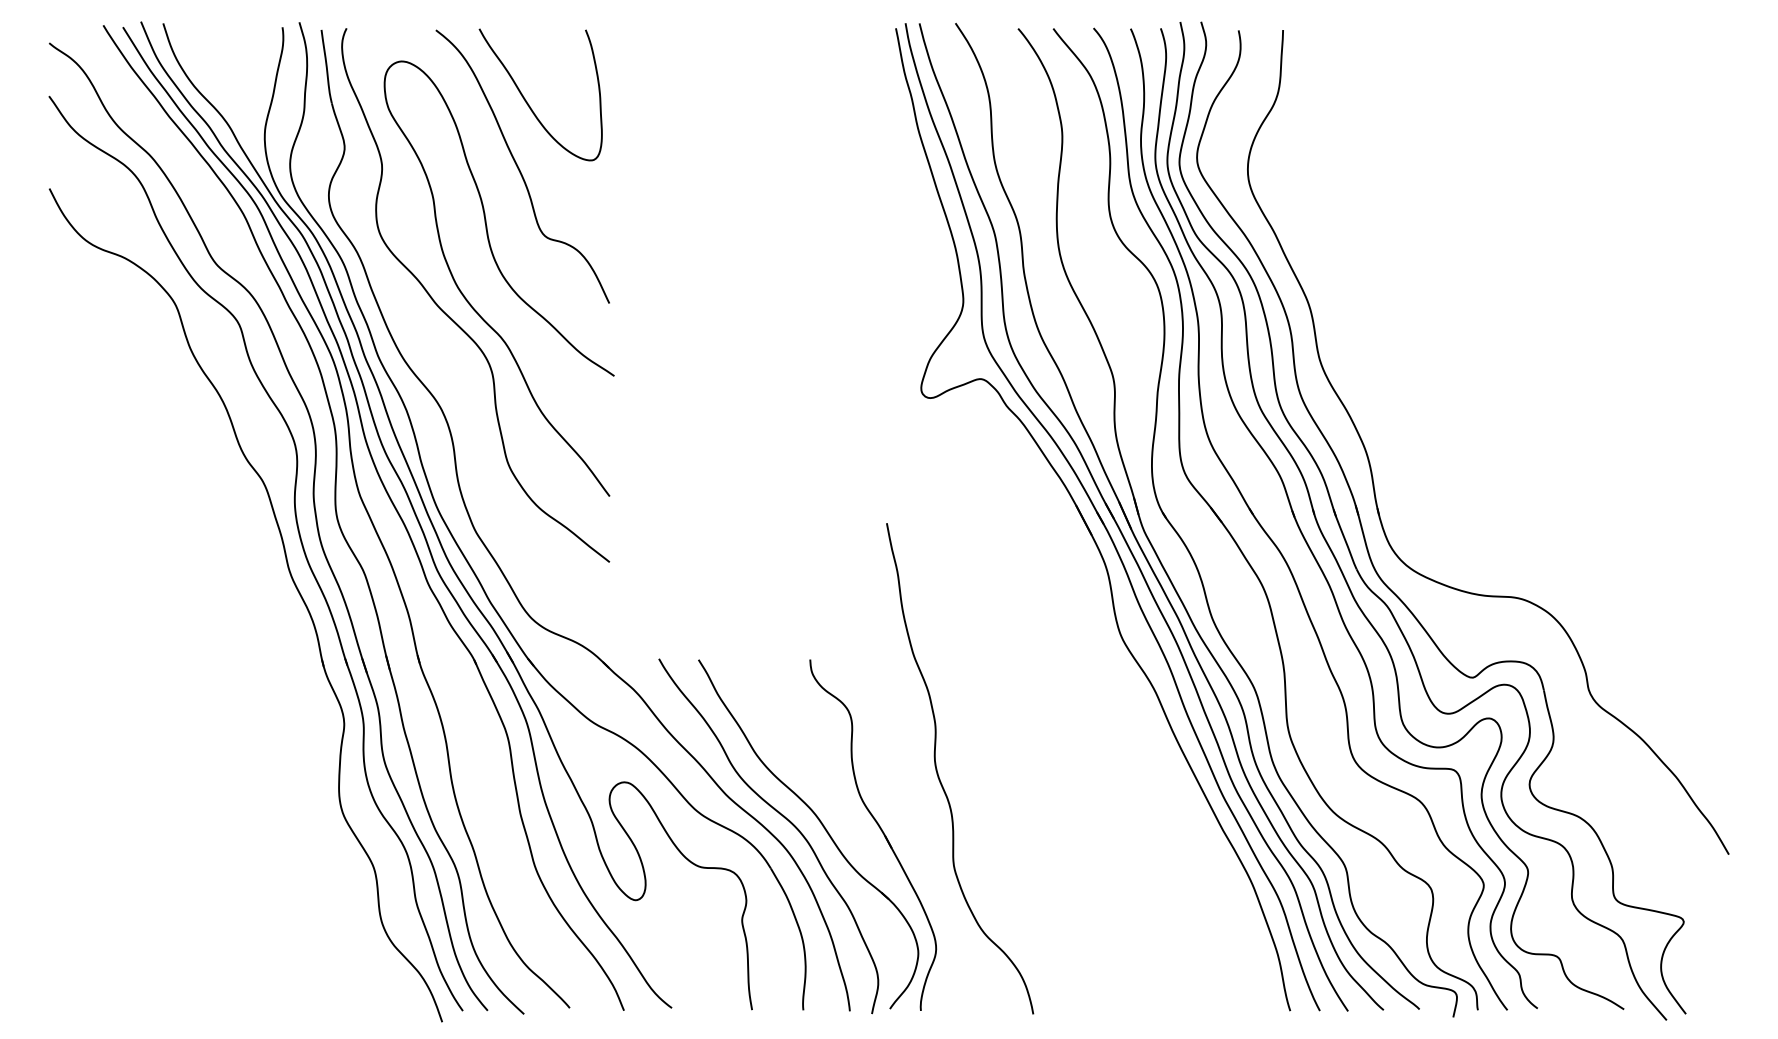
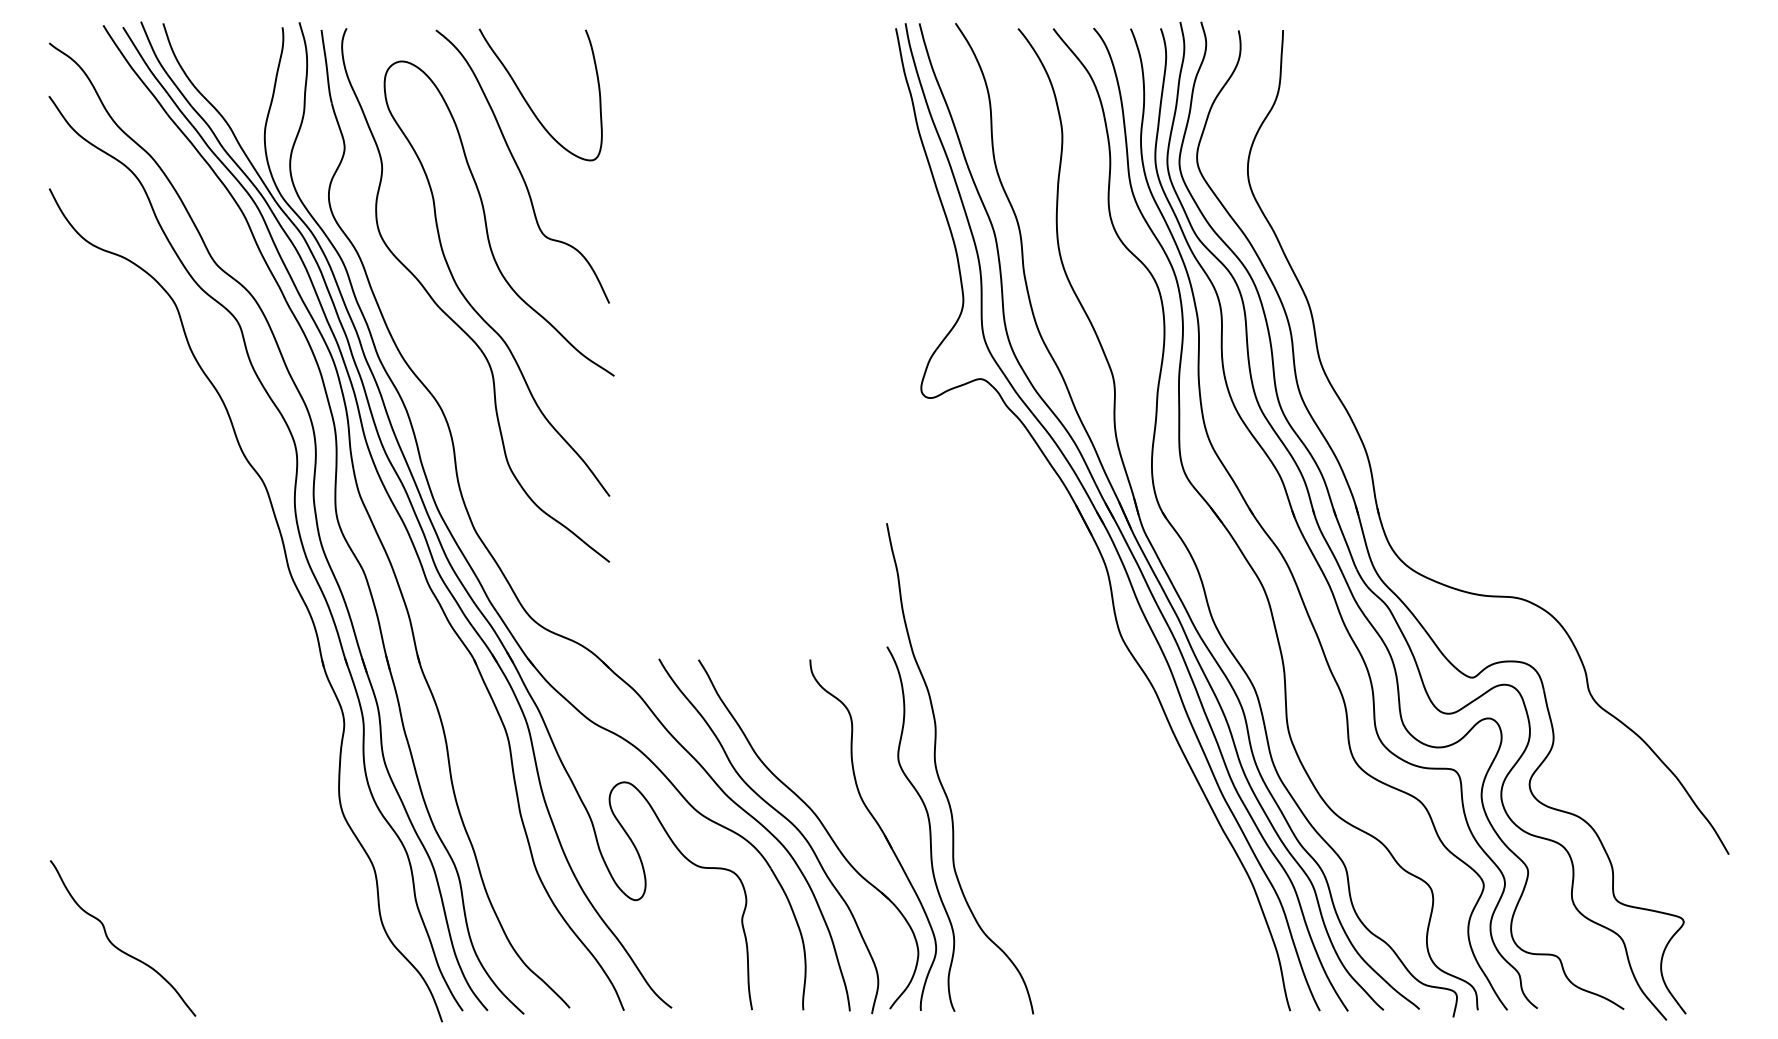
curve at (928, 825): none -> present
curve at (118, 947): none -> present
